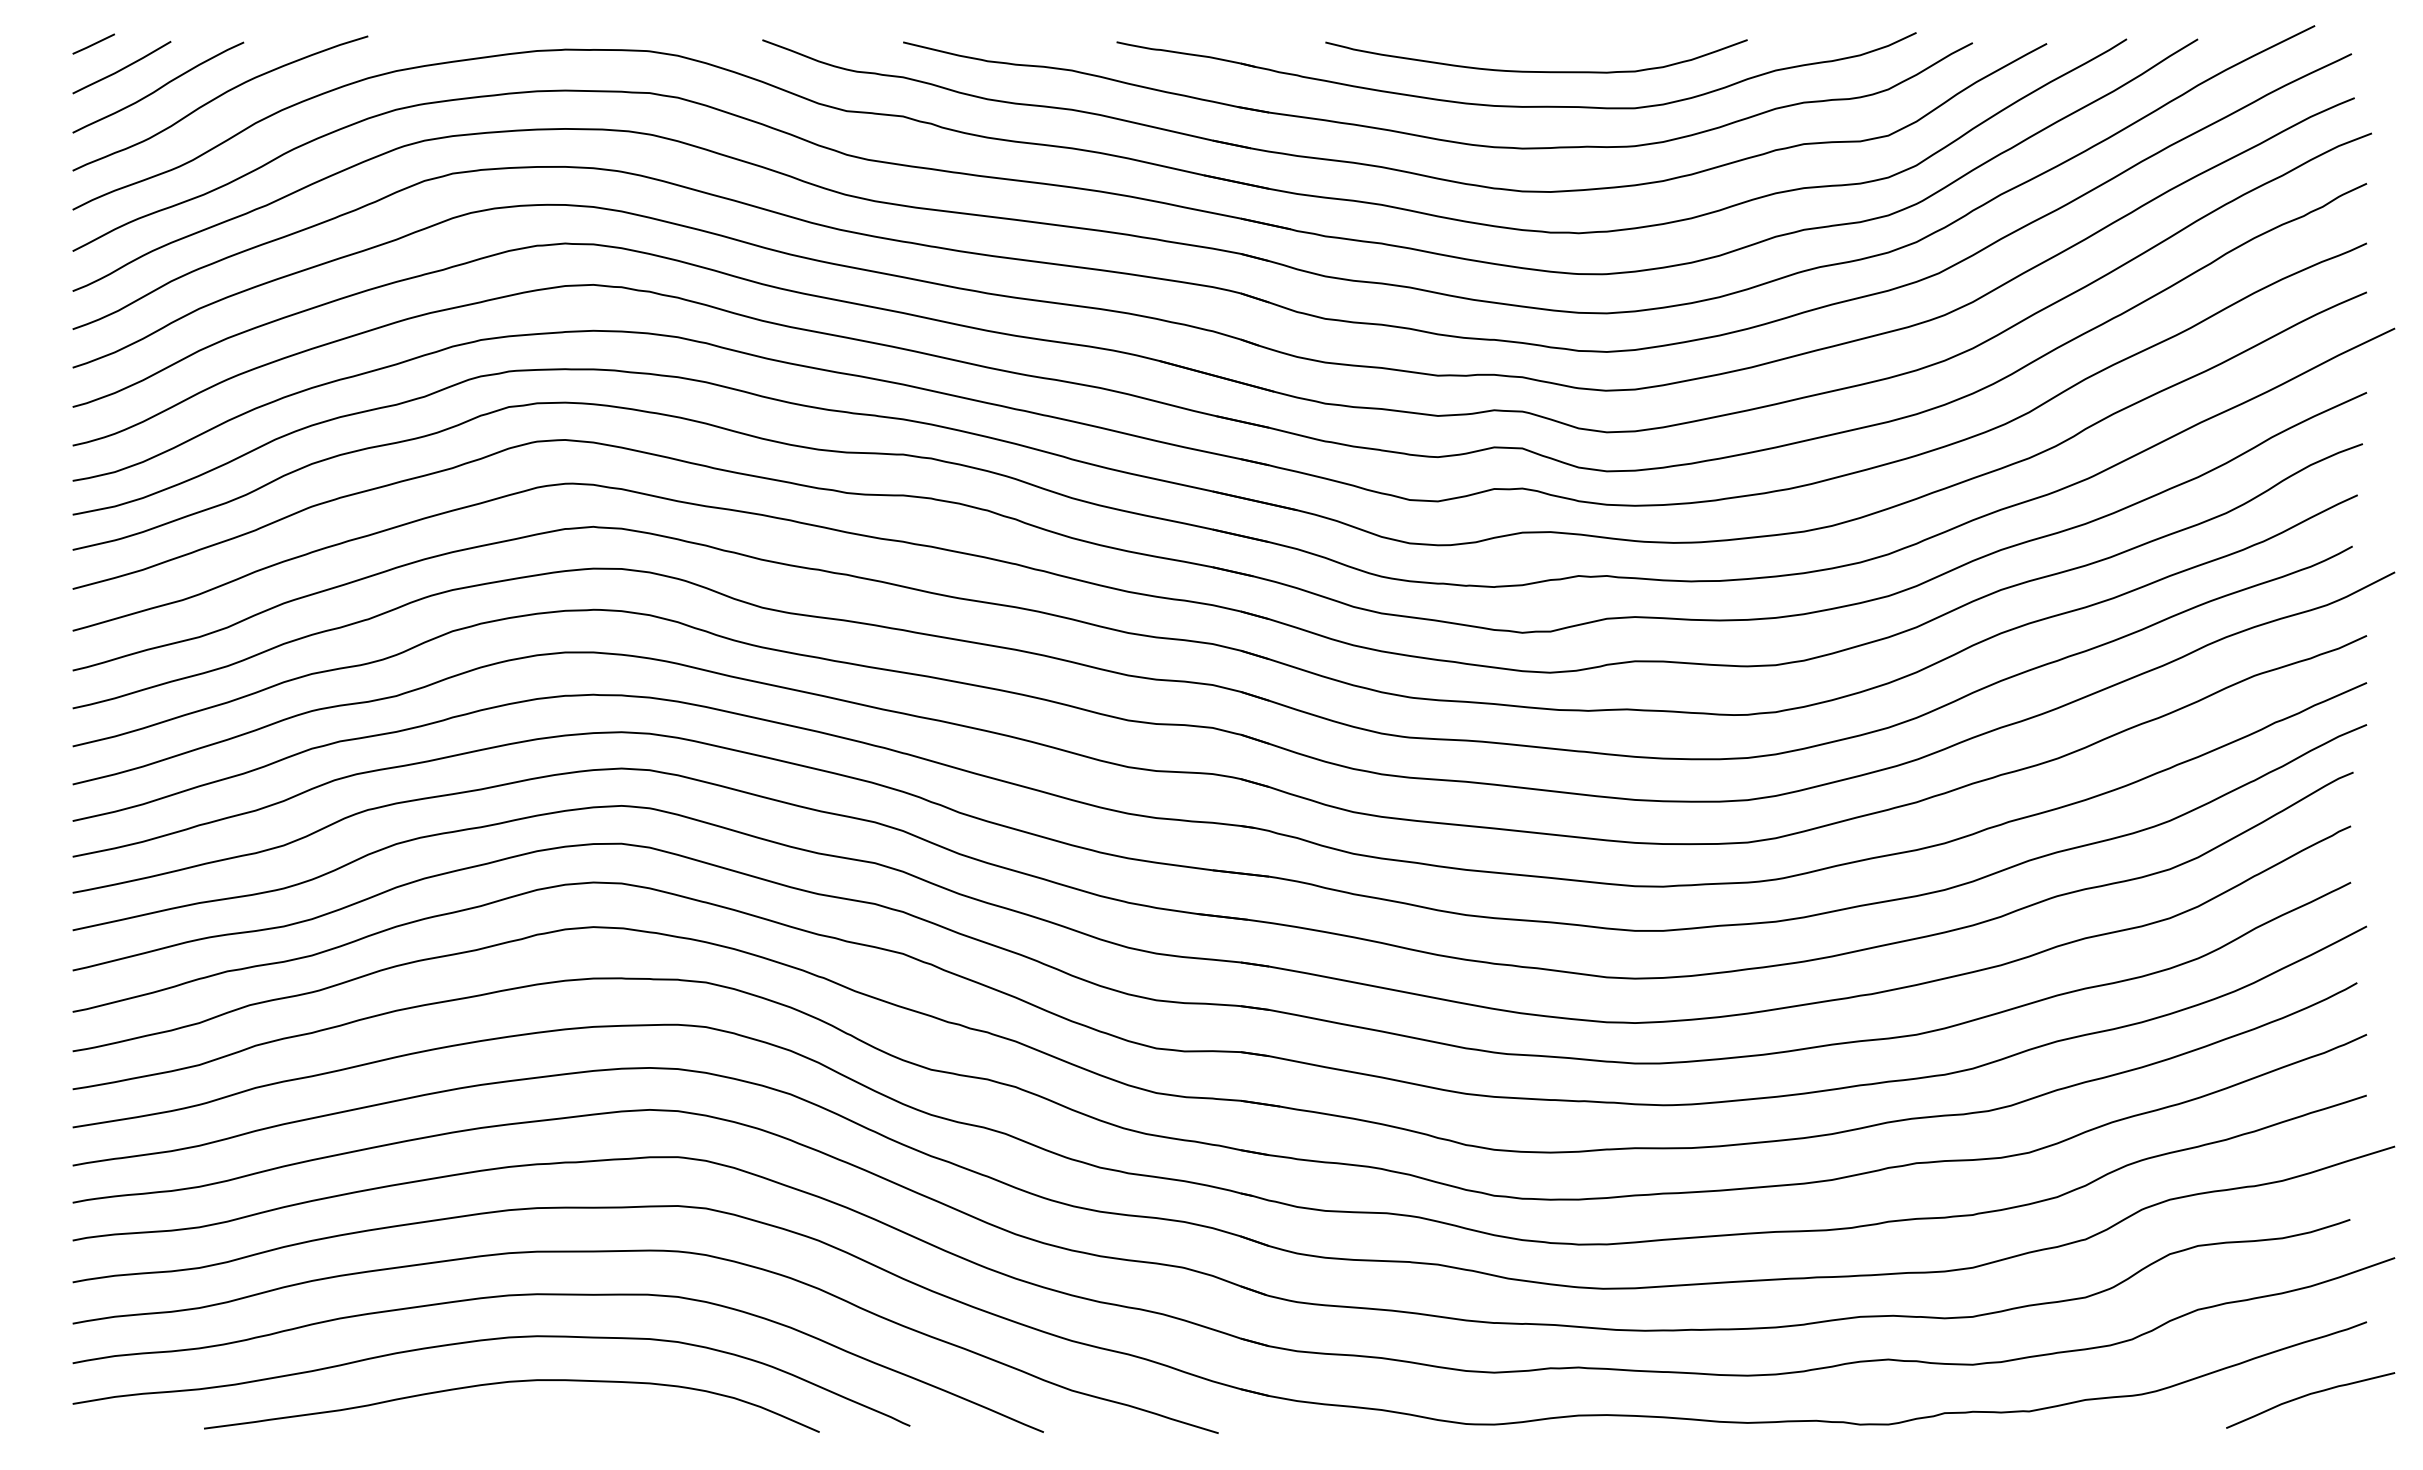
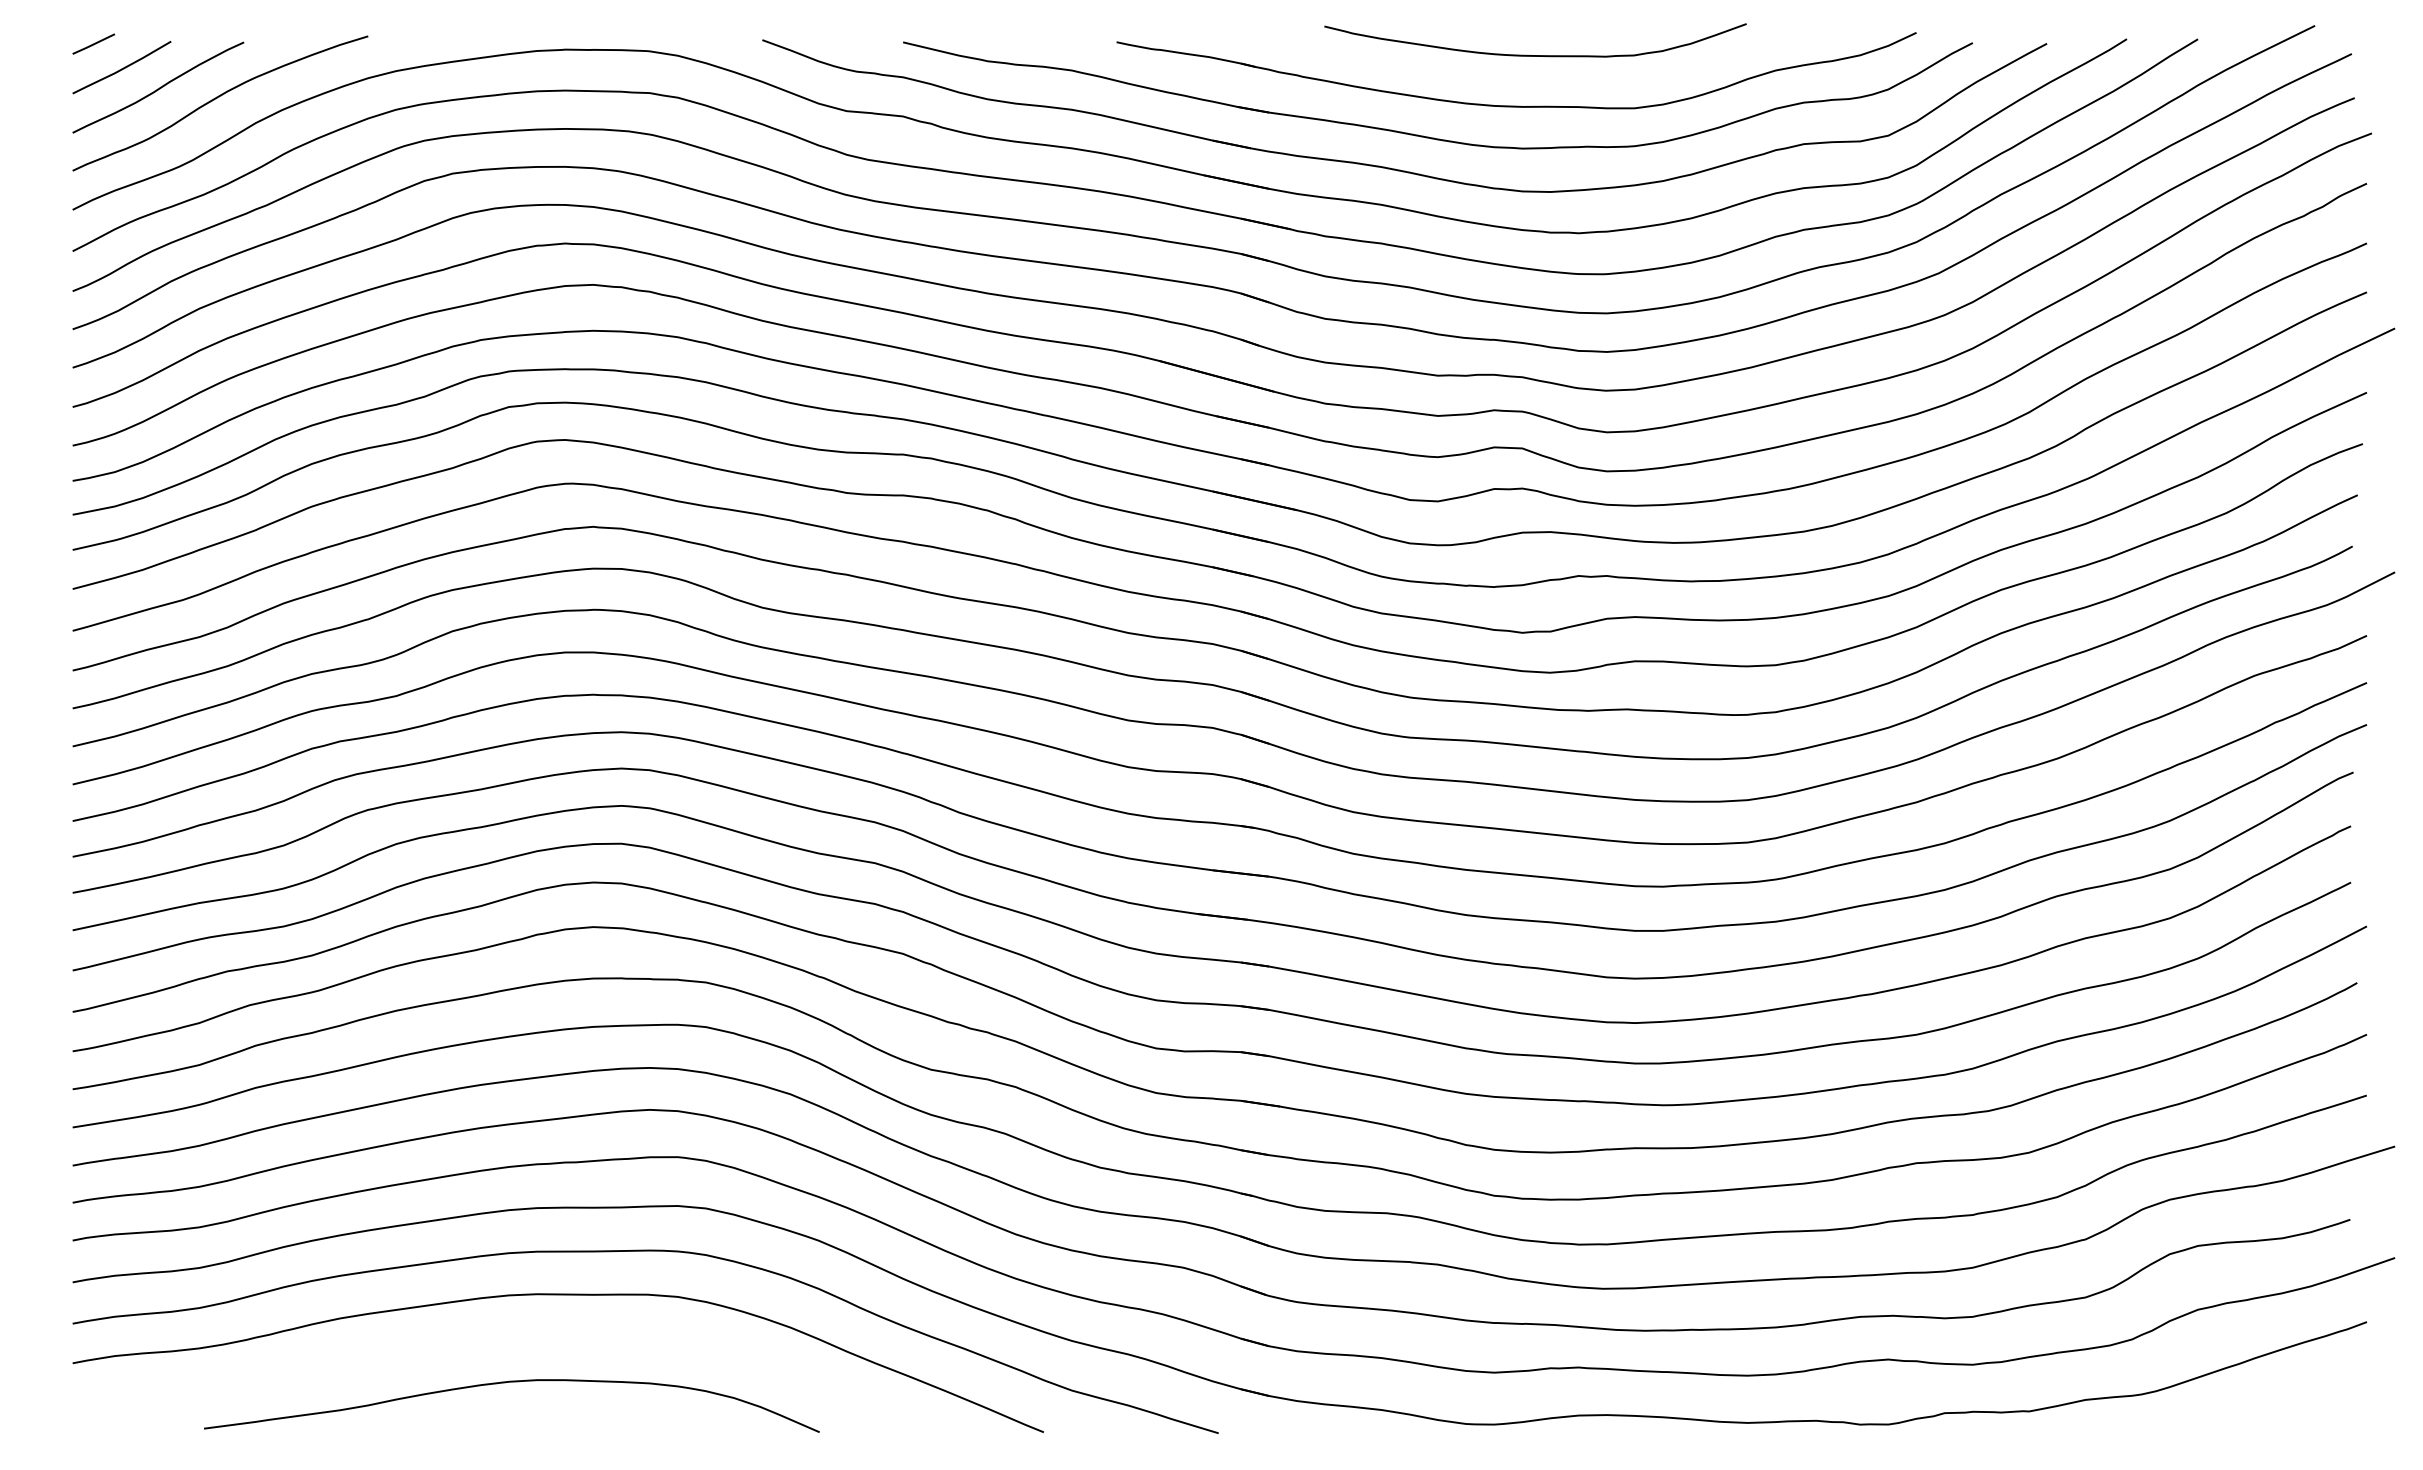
curve at (1536, 71) position: (1536, 71) -> (1535, 55)
curve at (491, 1340): present -> none
curve at (2309, 1395): present -> none
